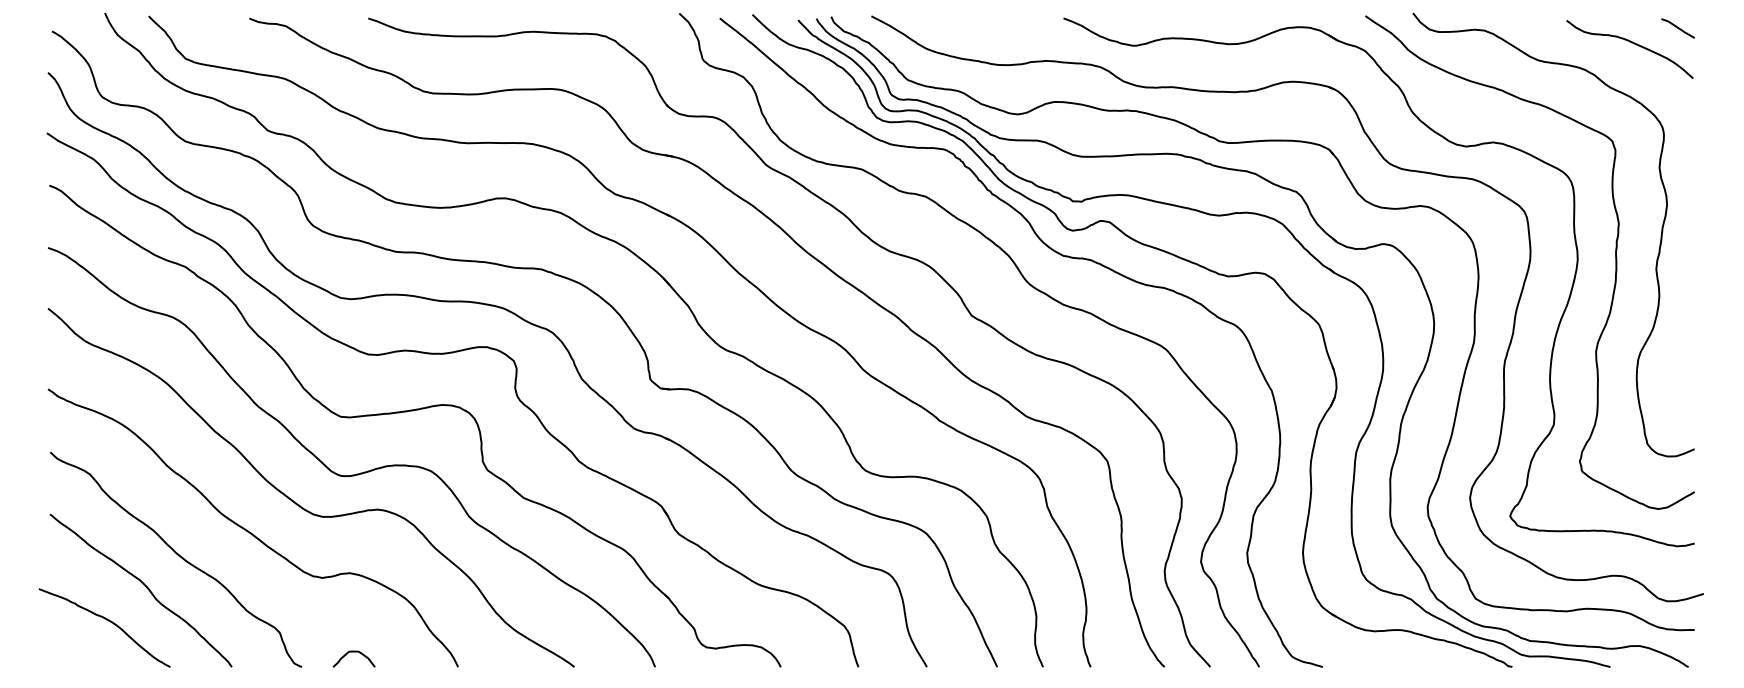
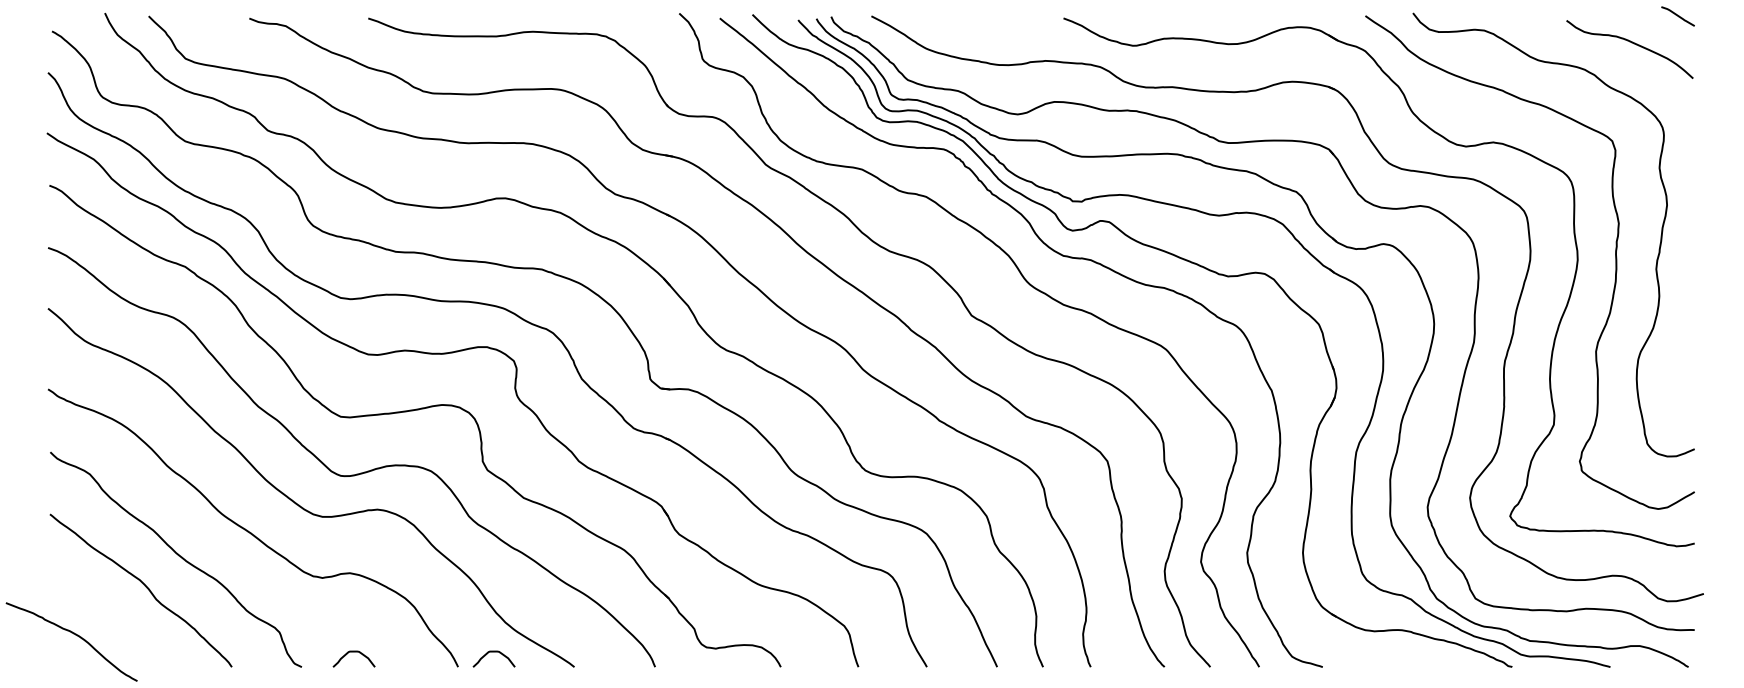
curve at (1677, 28) position: (1677, 28) -> (1677, 16)
curve at (108, 621) position: (108, 621) -> (75, 635)
curve at (493, 652): none -> present
